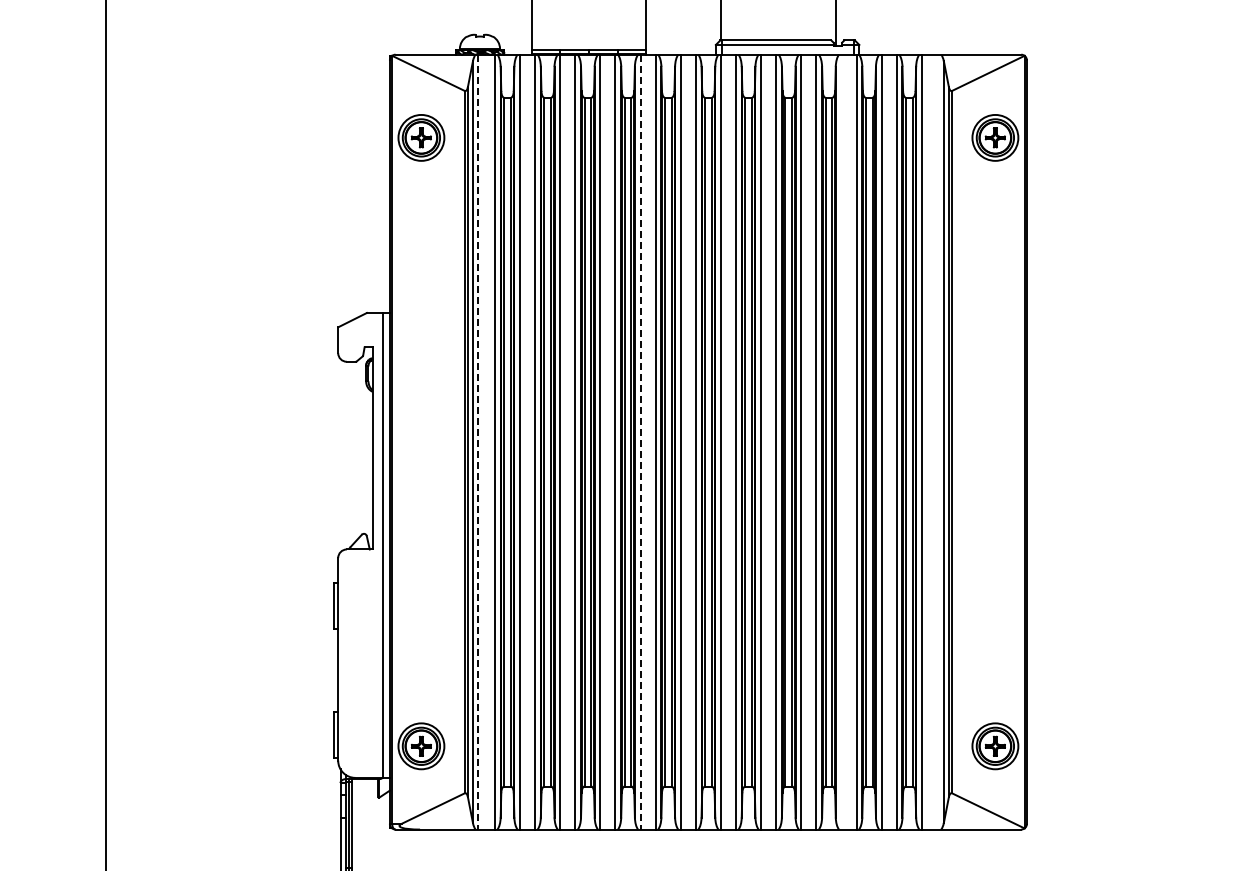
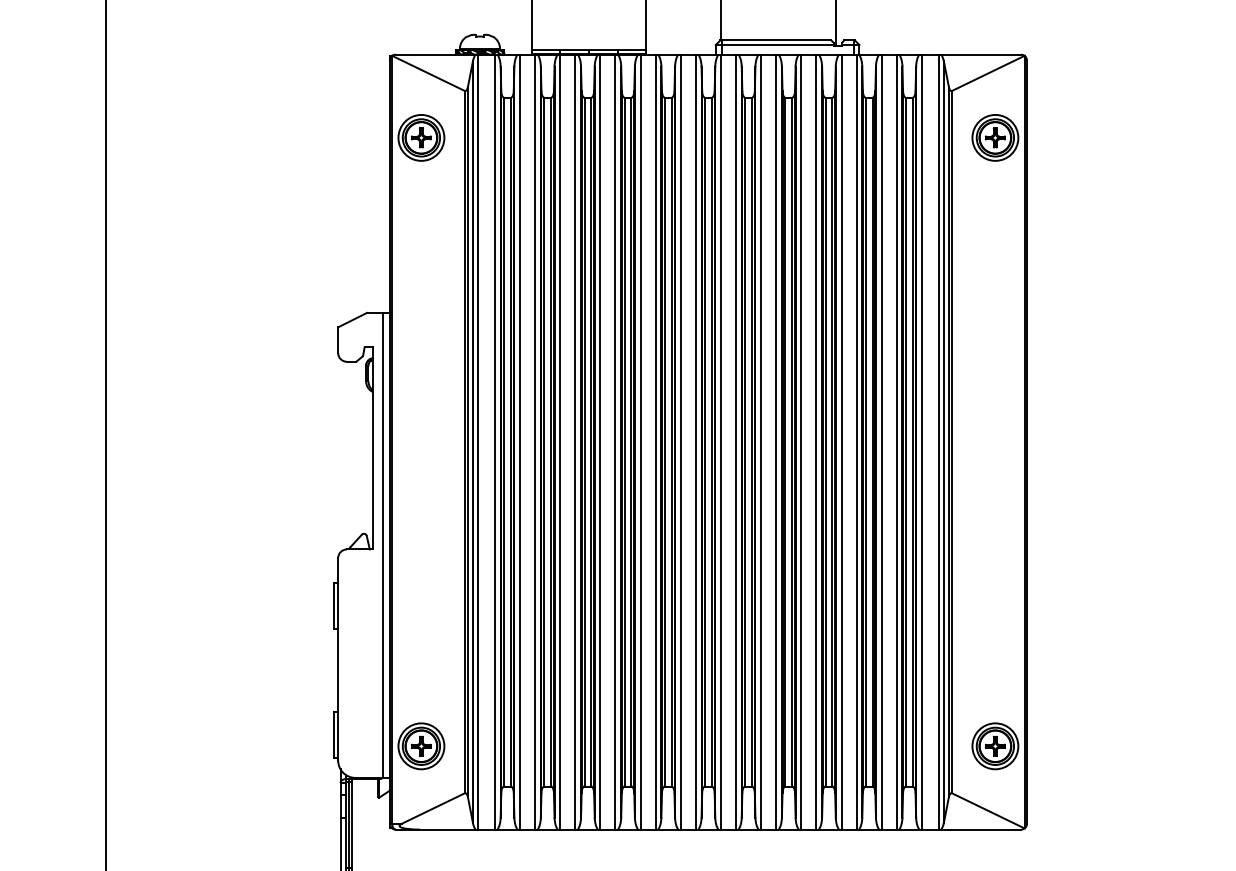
line at (841, 441): none -> present
line at (938, 441): none -> present
line at (478, 442): dashed -> solid
line at (640, 442): dashed -> solid
